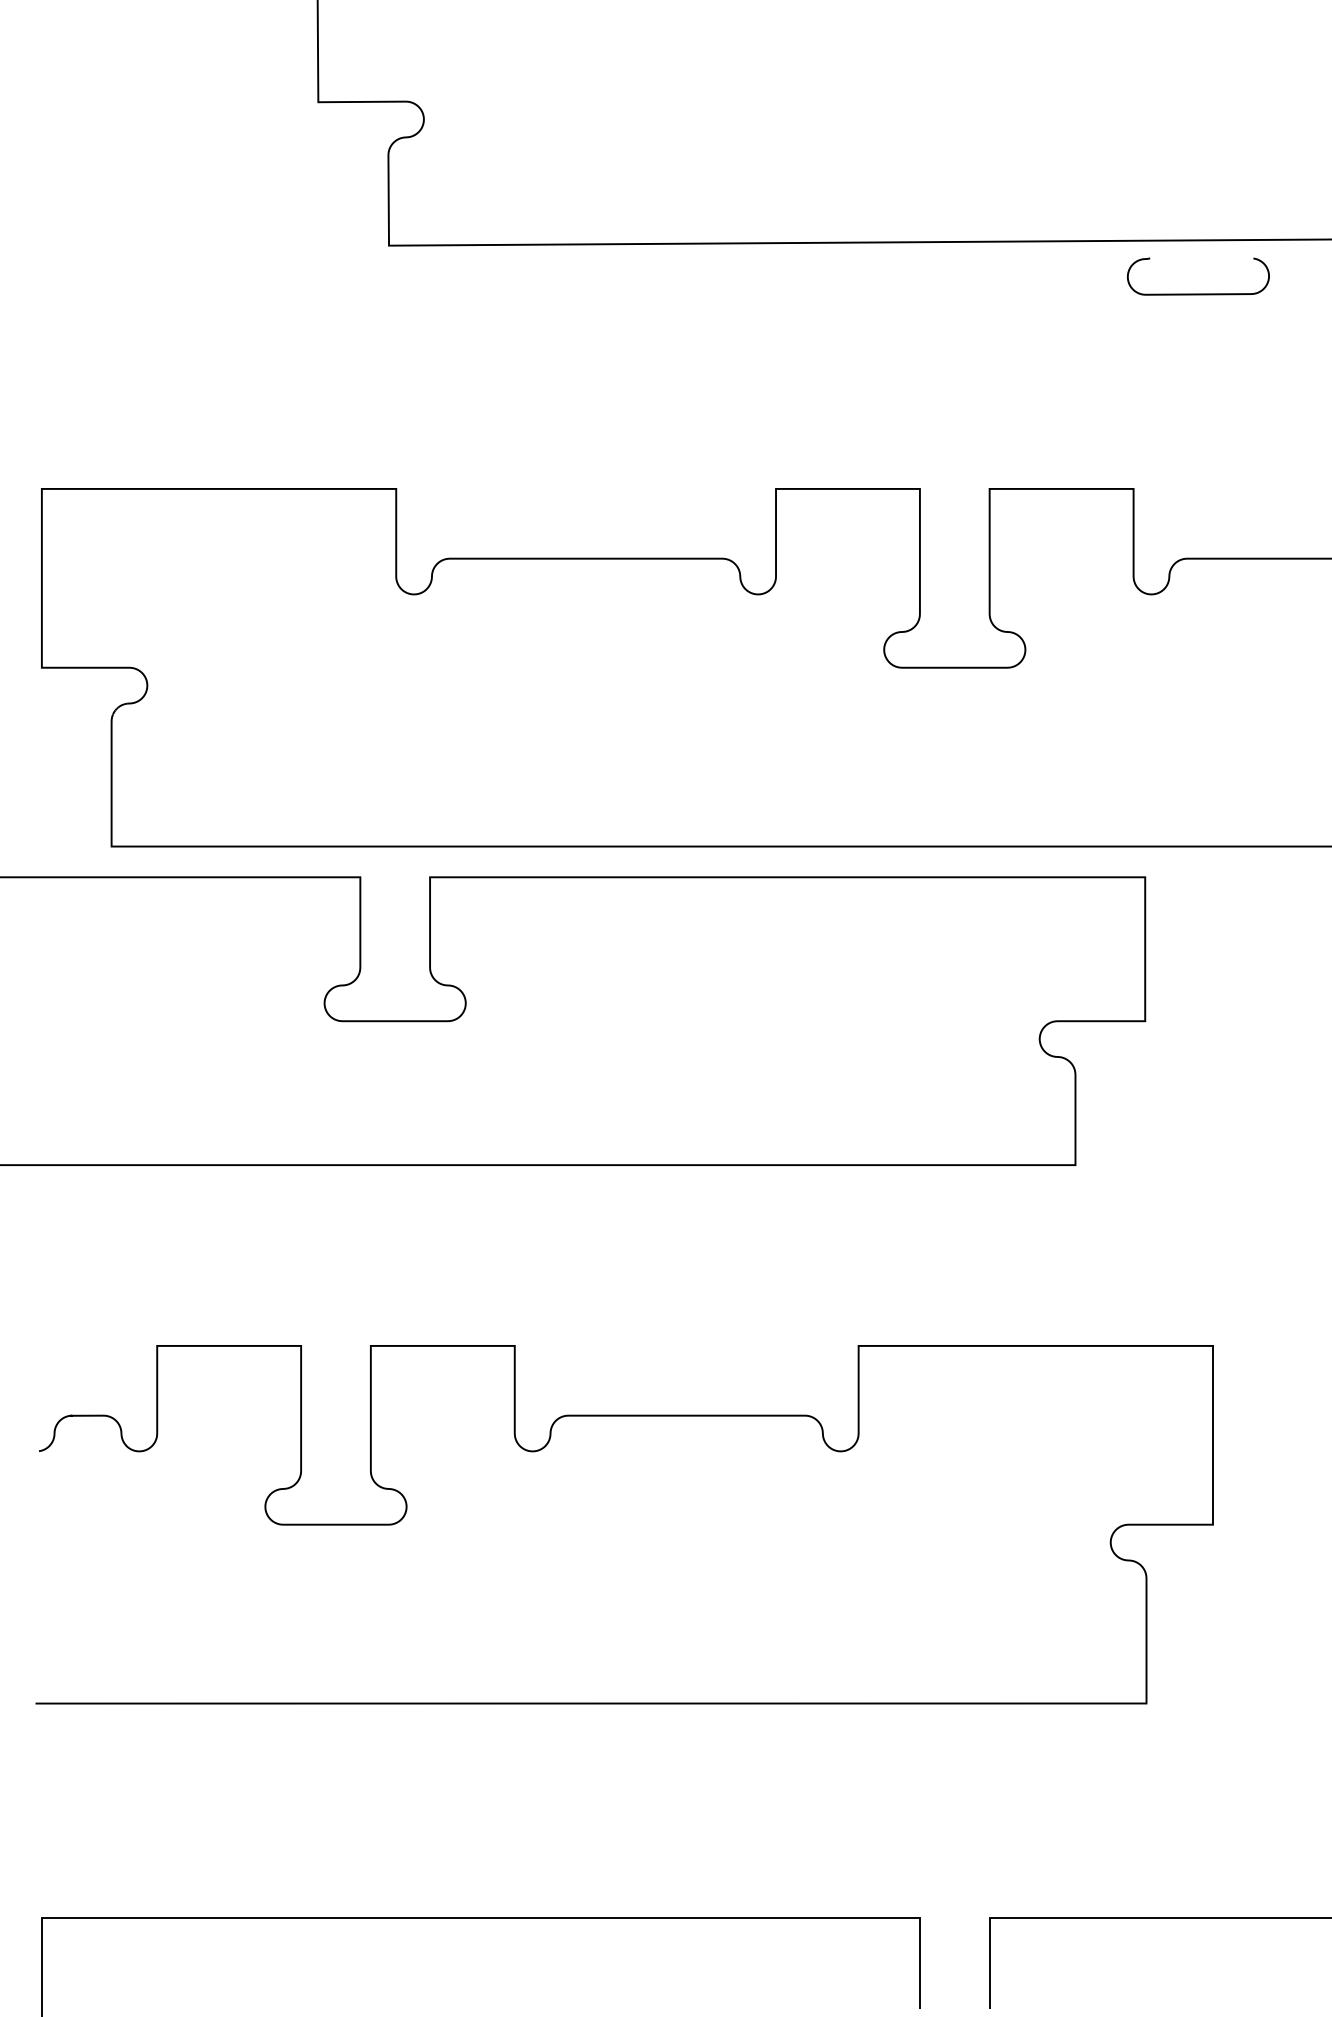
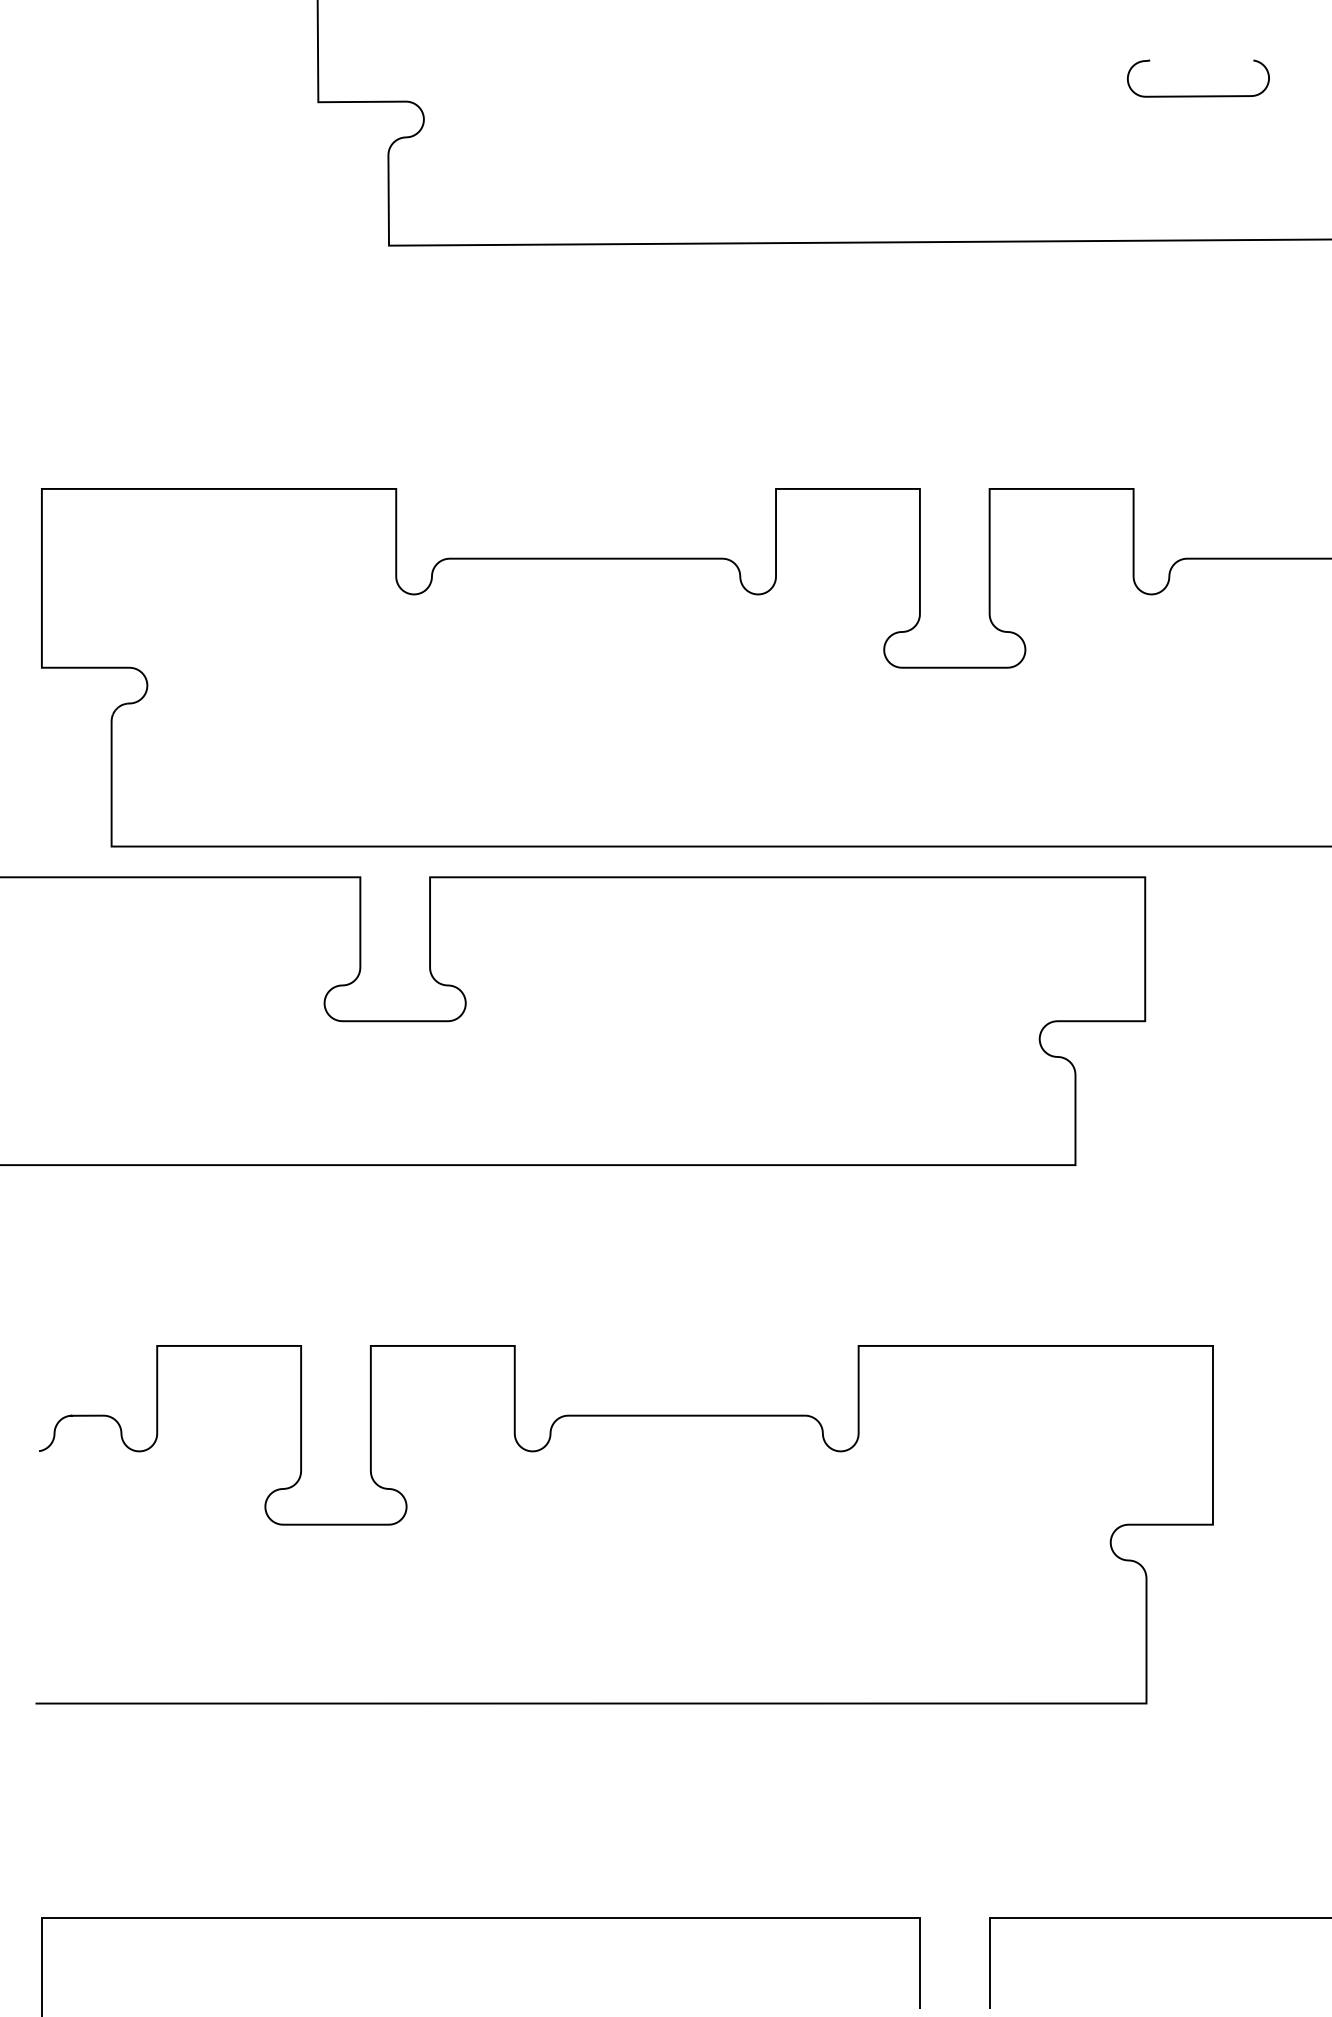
curve at (1198, 293) position: (1198, 293) -> (1198, 95)
